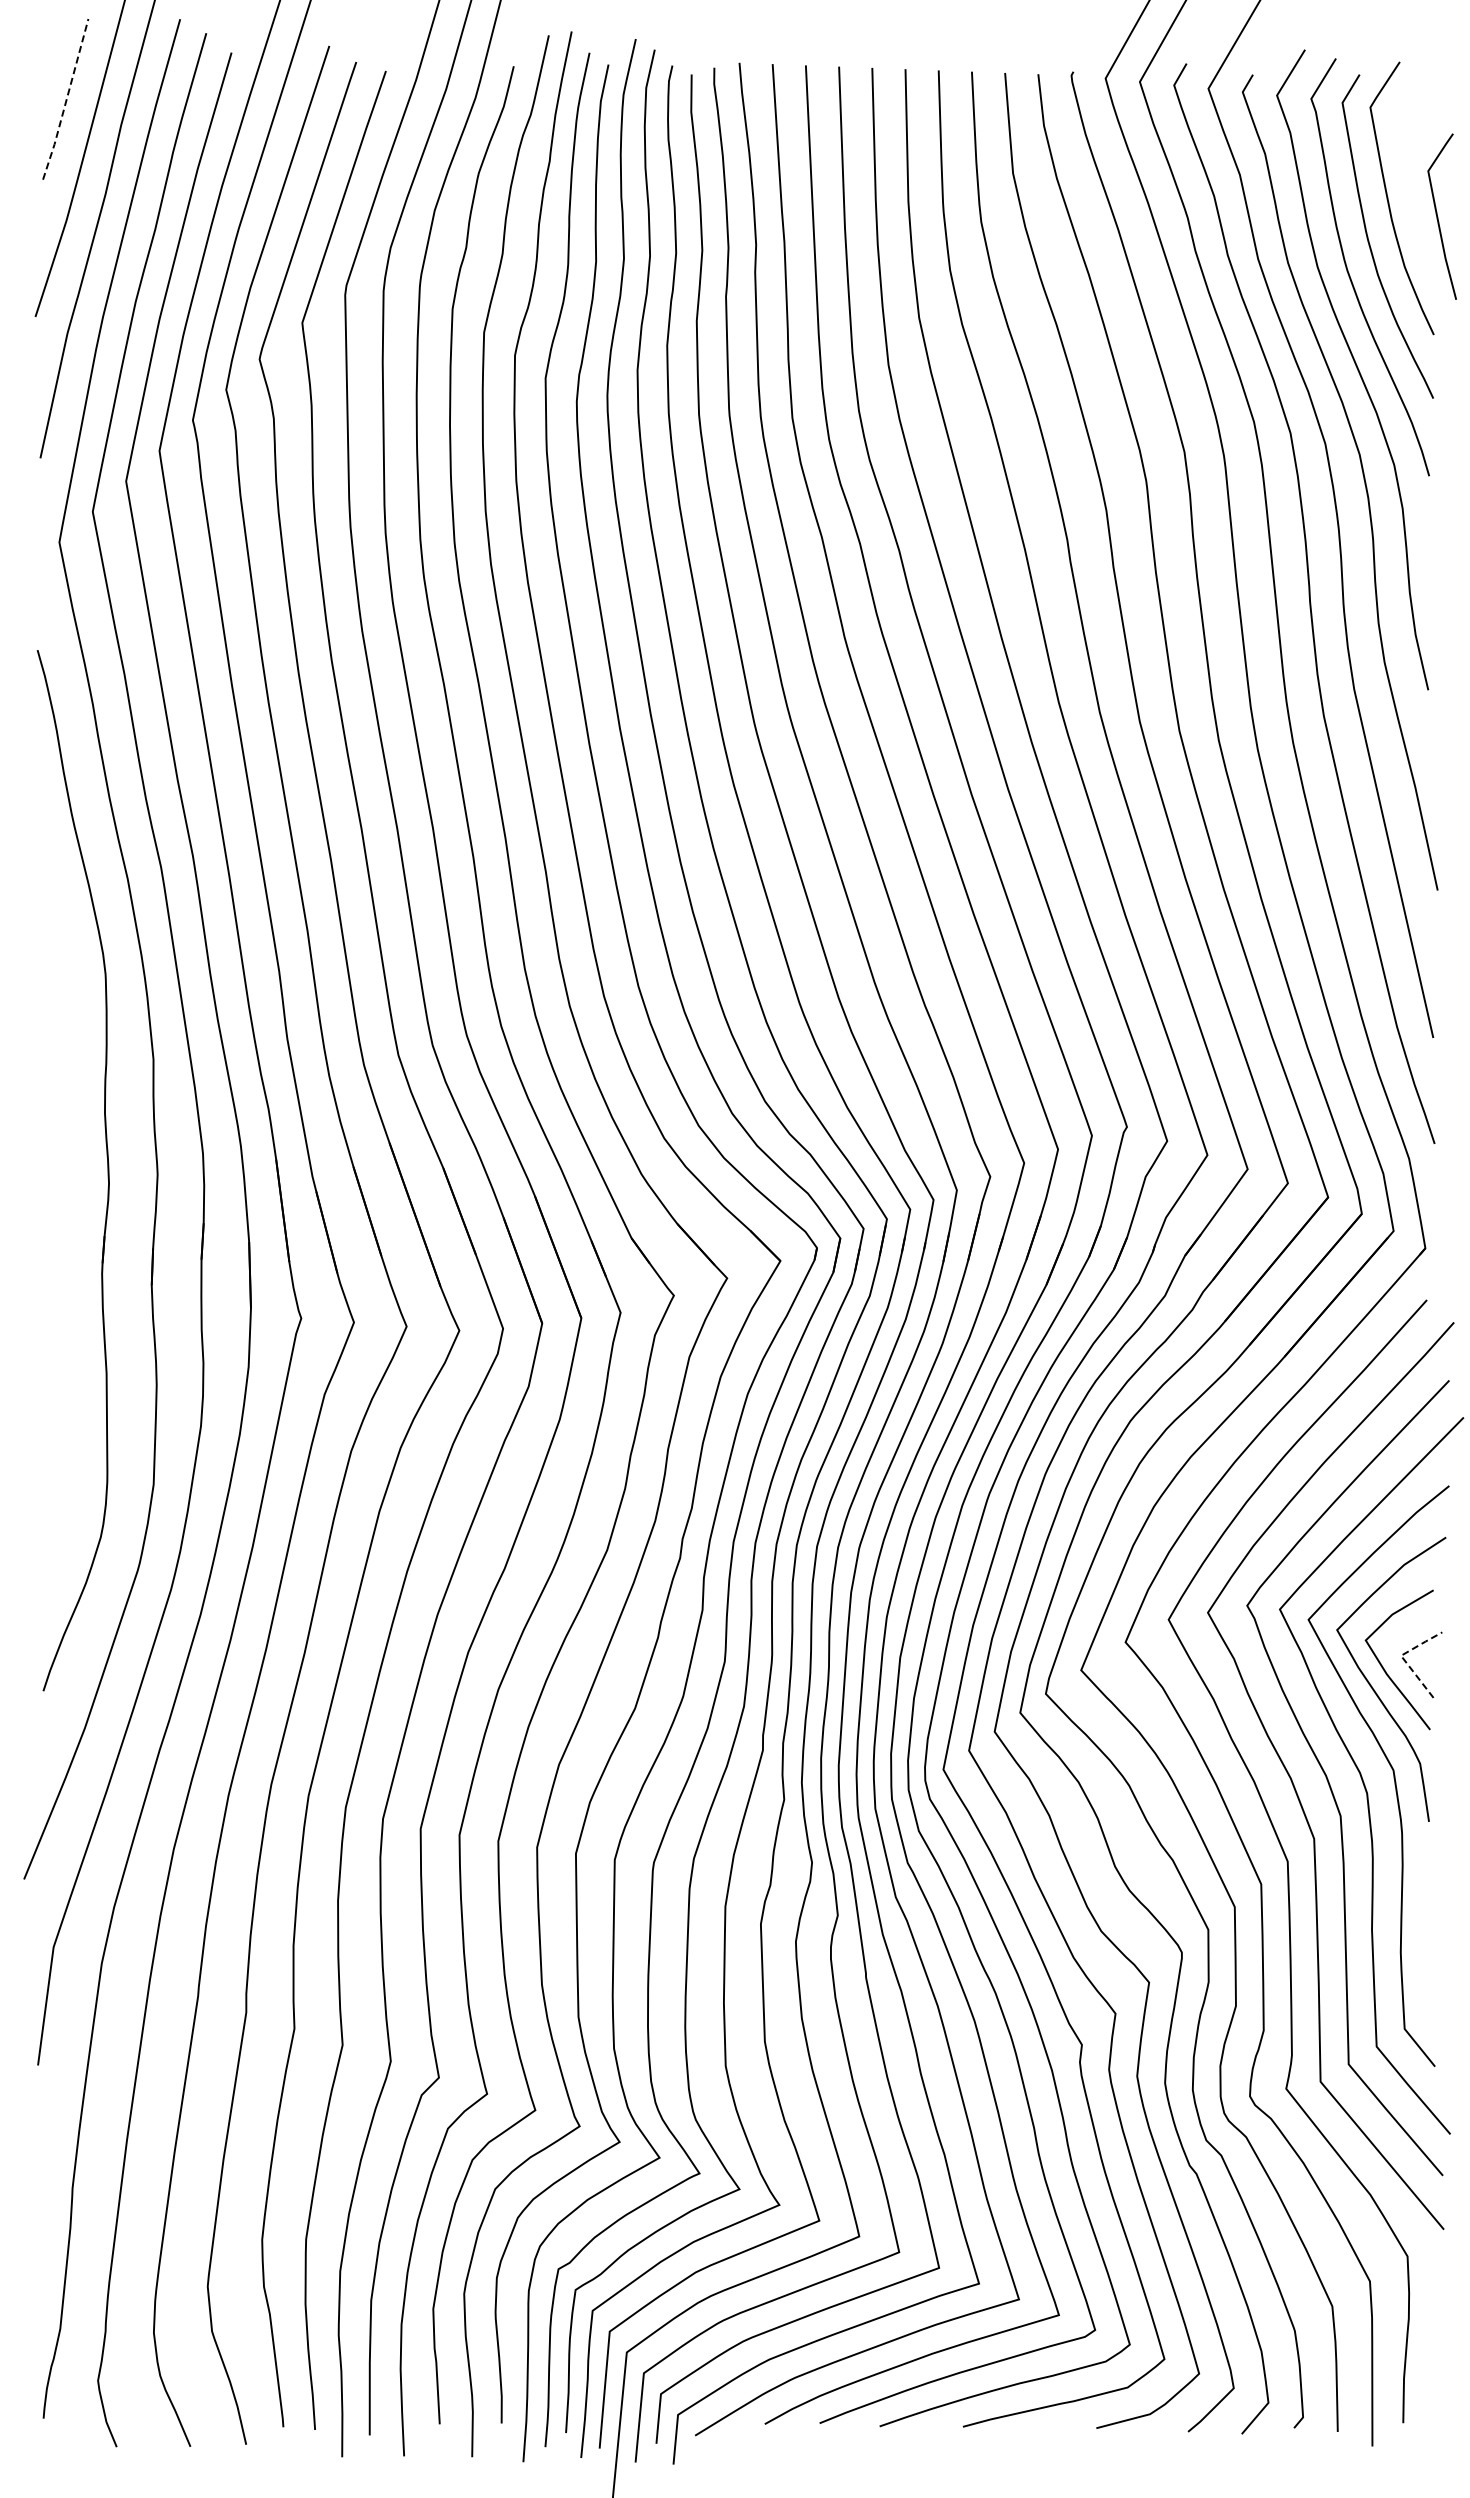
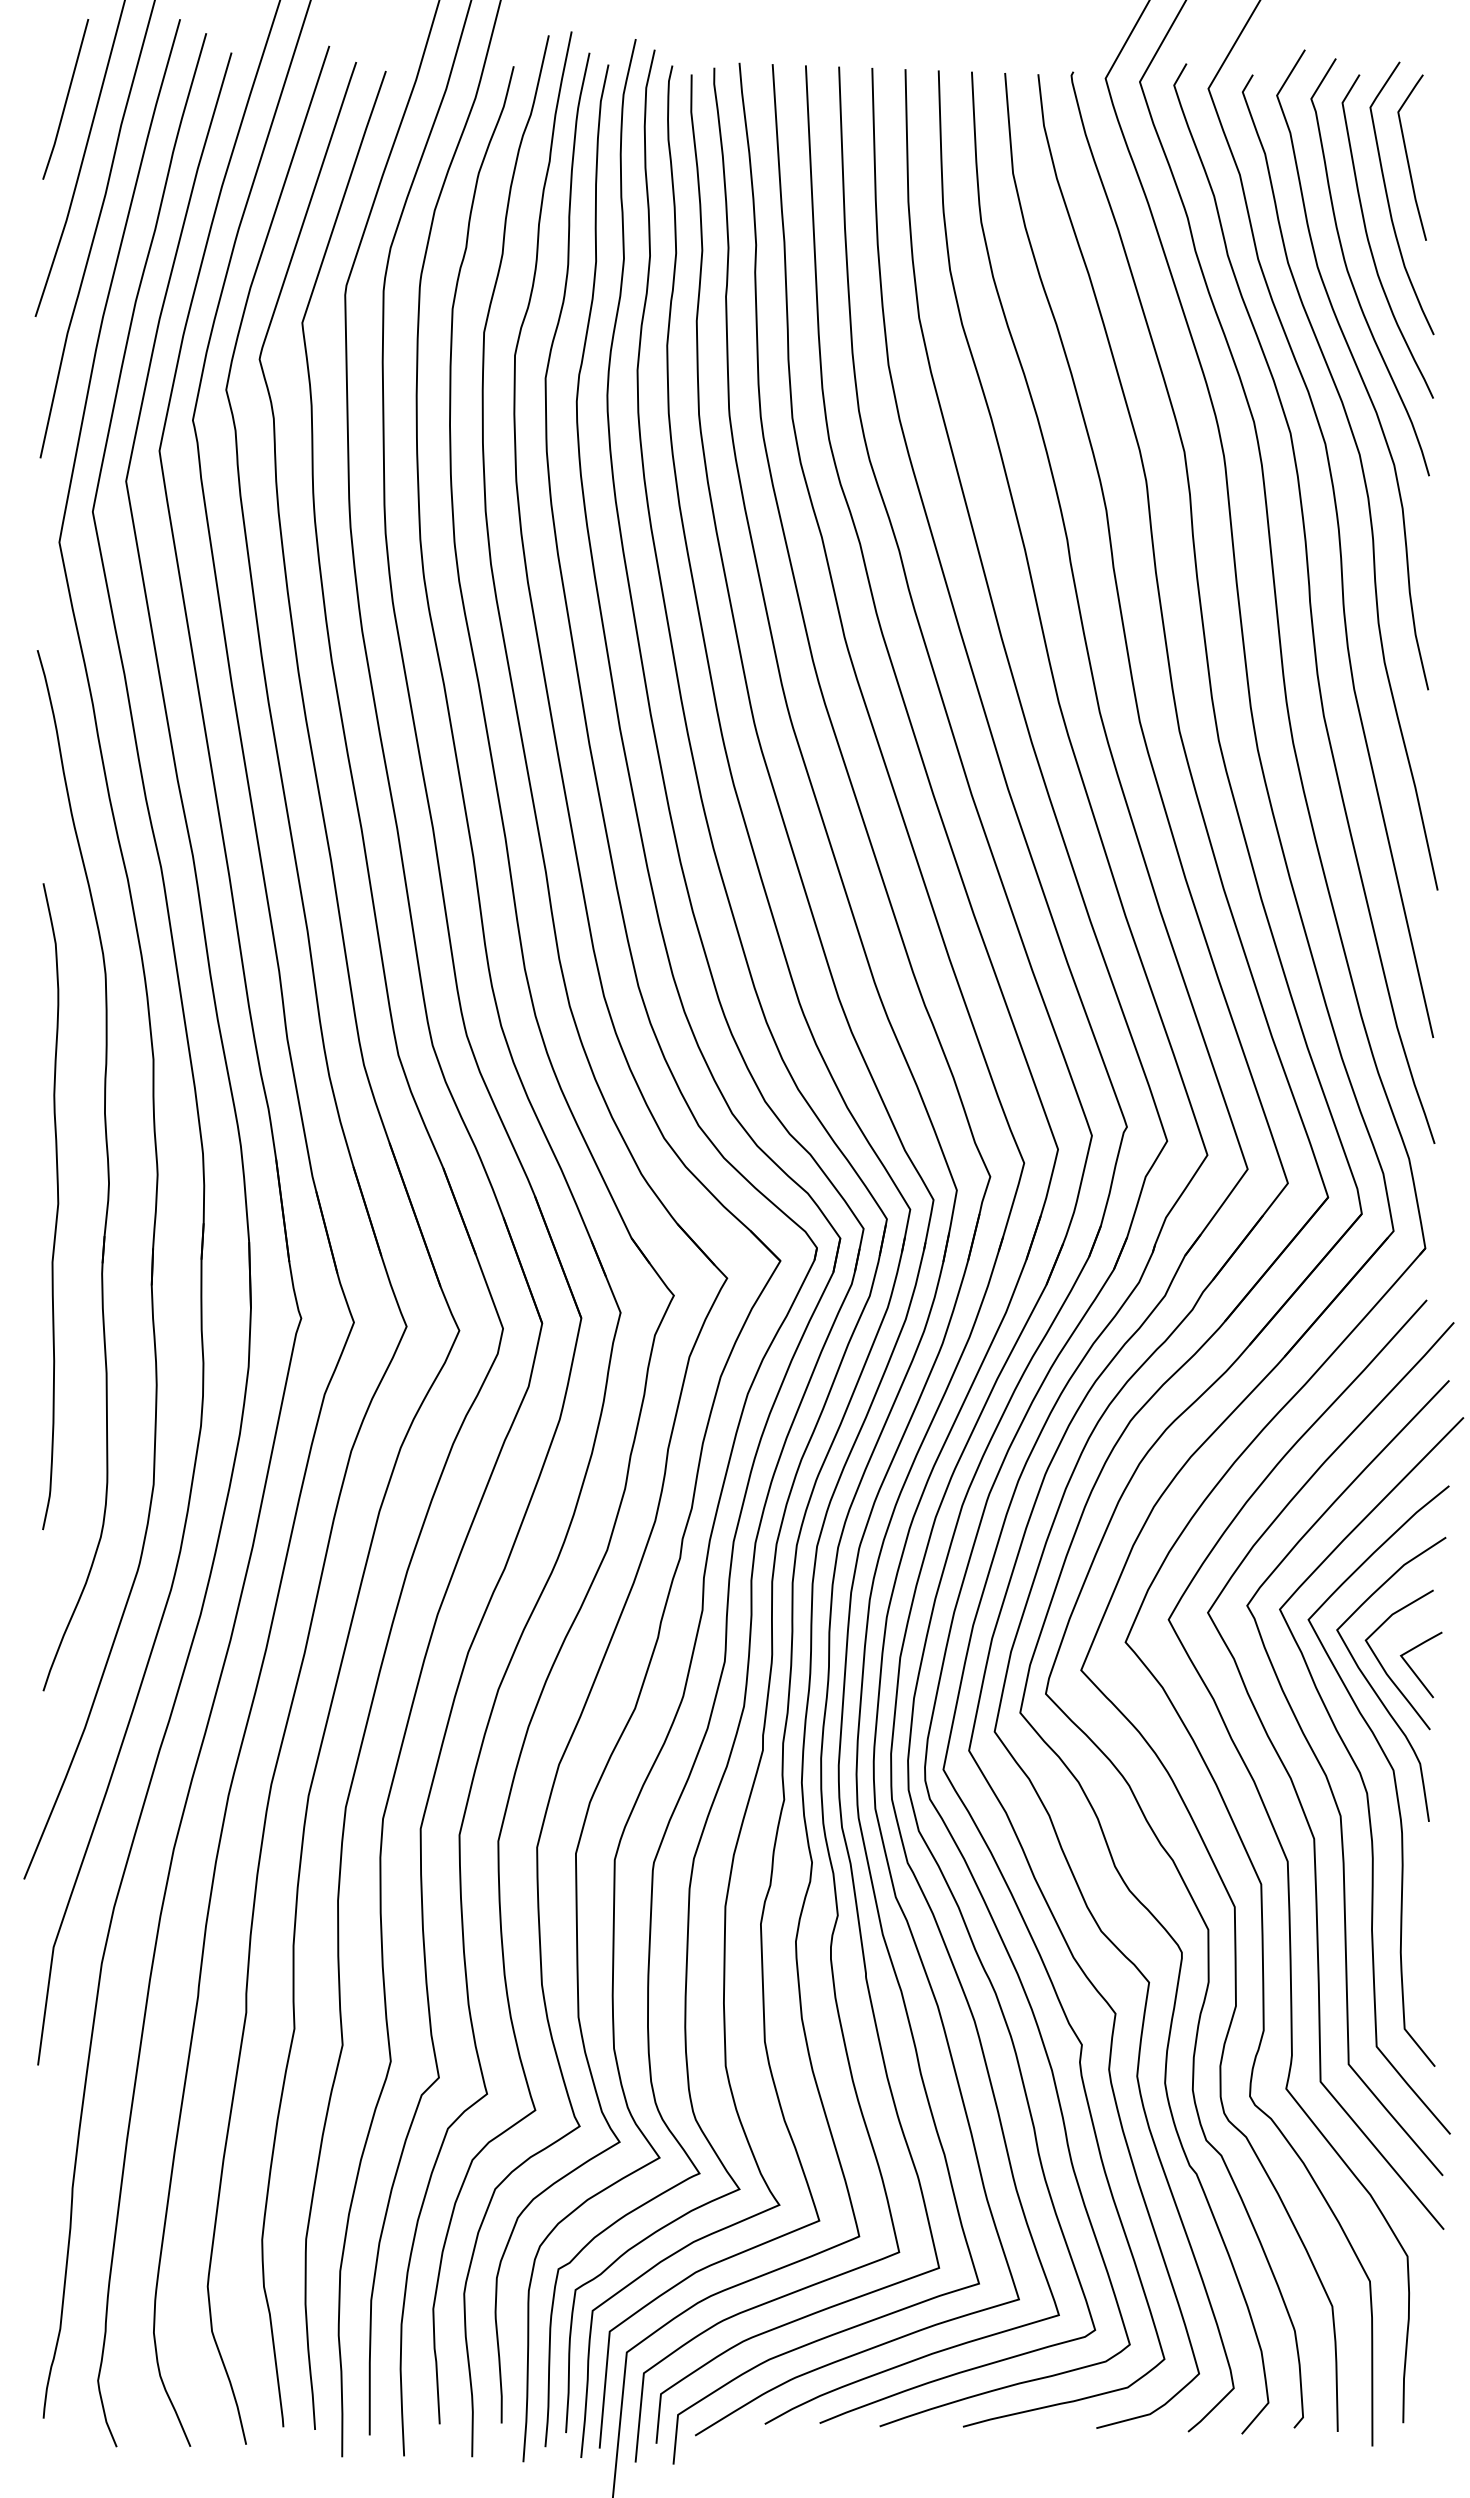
line at (66, 100): dashed -> solid
curve at (1438, 216) position: (1438, 216) -> (1408, 157)
curve at (56, 1208): none -> present
line at (1401, 1656): dashed -> solid
